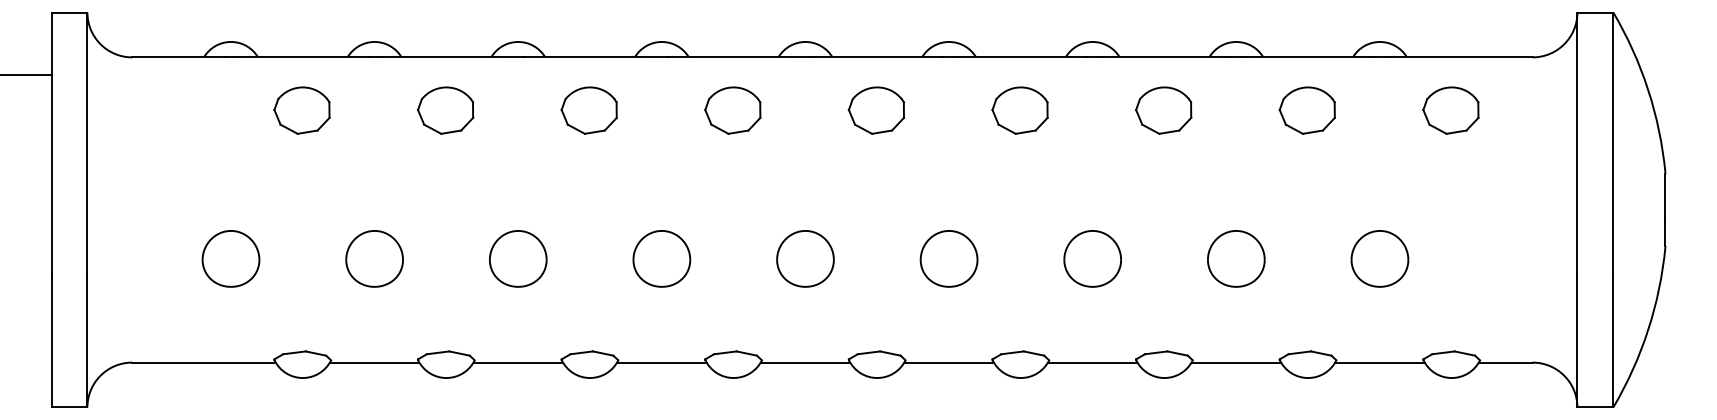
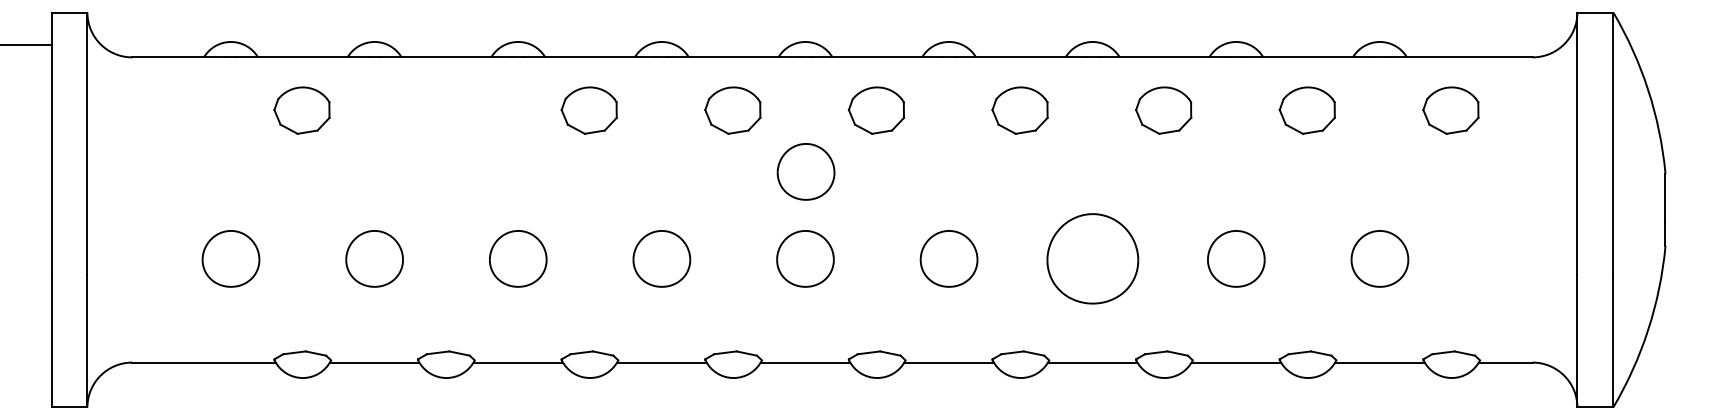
line at (26, 75) position: (26, 75) -> (26, 45)
part at (445, 110): present -> none
part at (805, 171): none -> present
part at (1092, 258) size: 59x58 px -> 94x92 px
